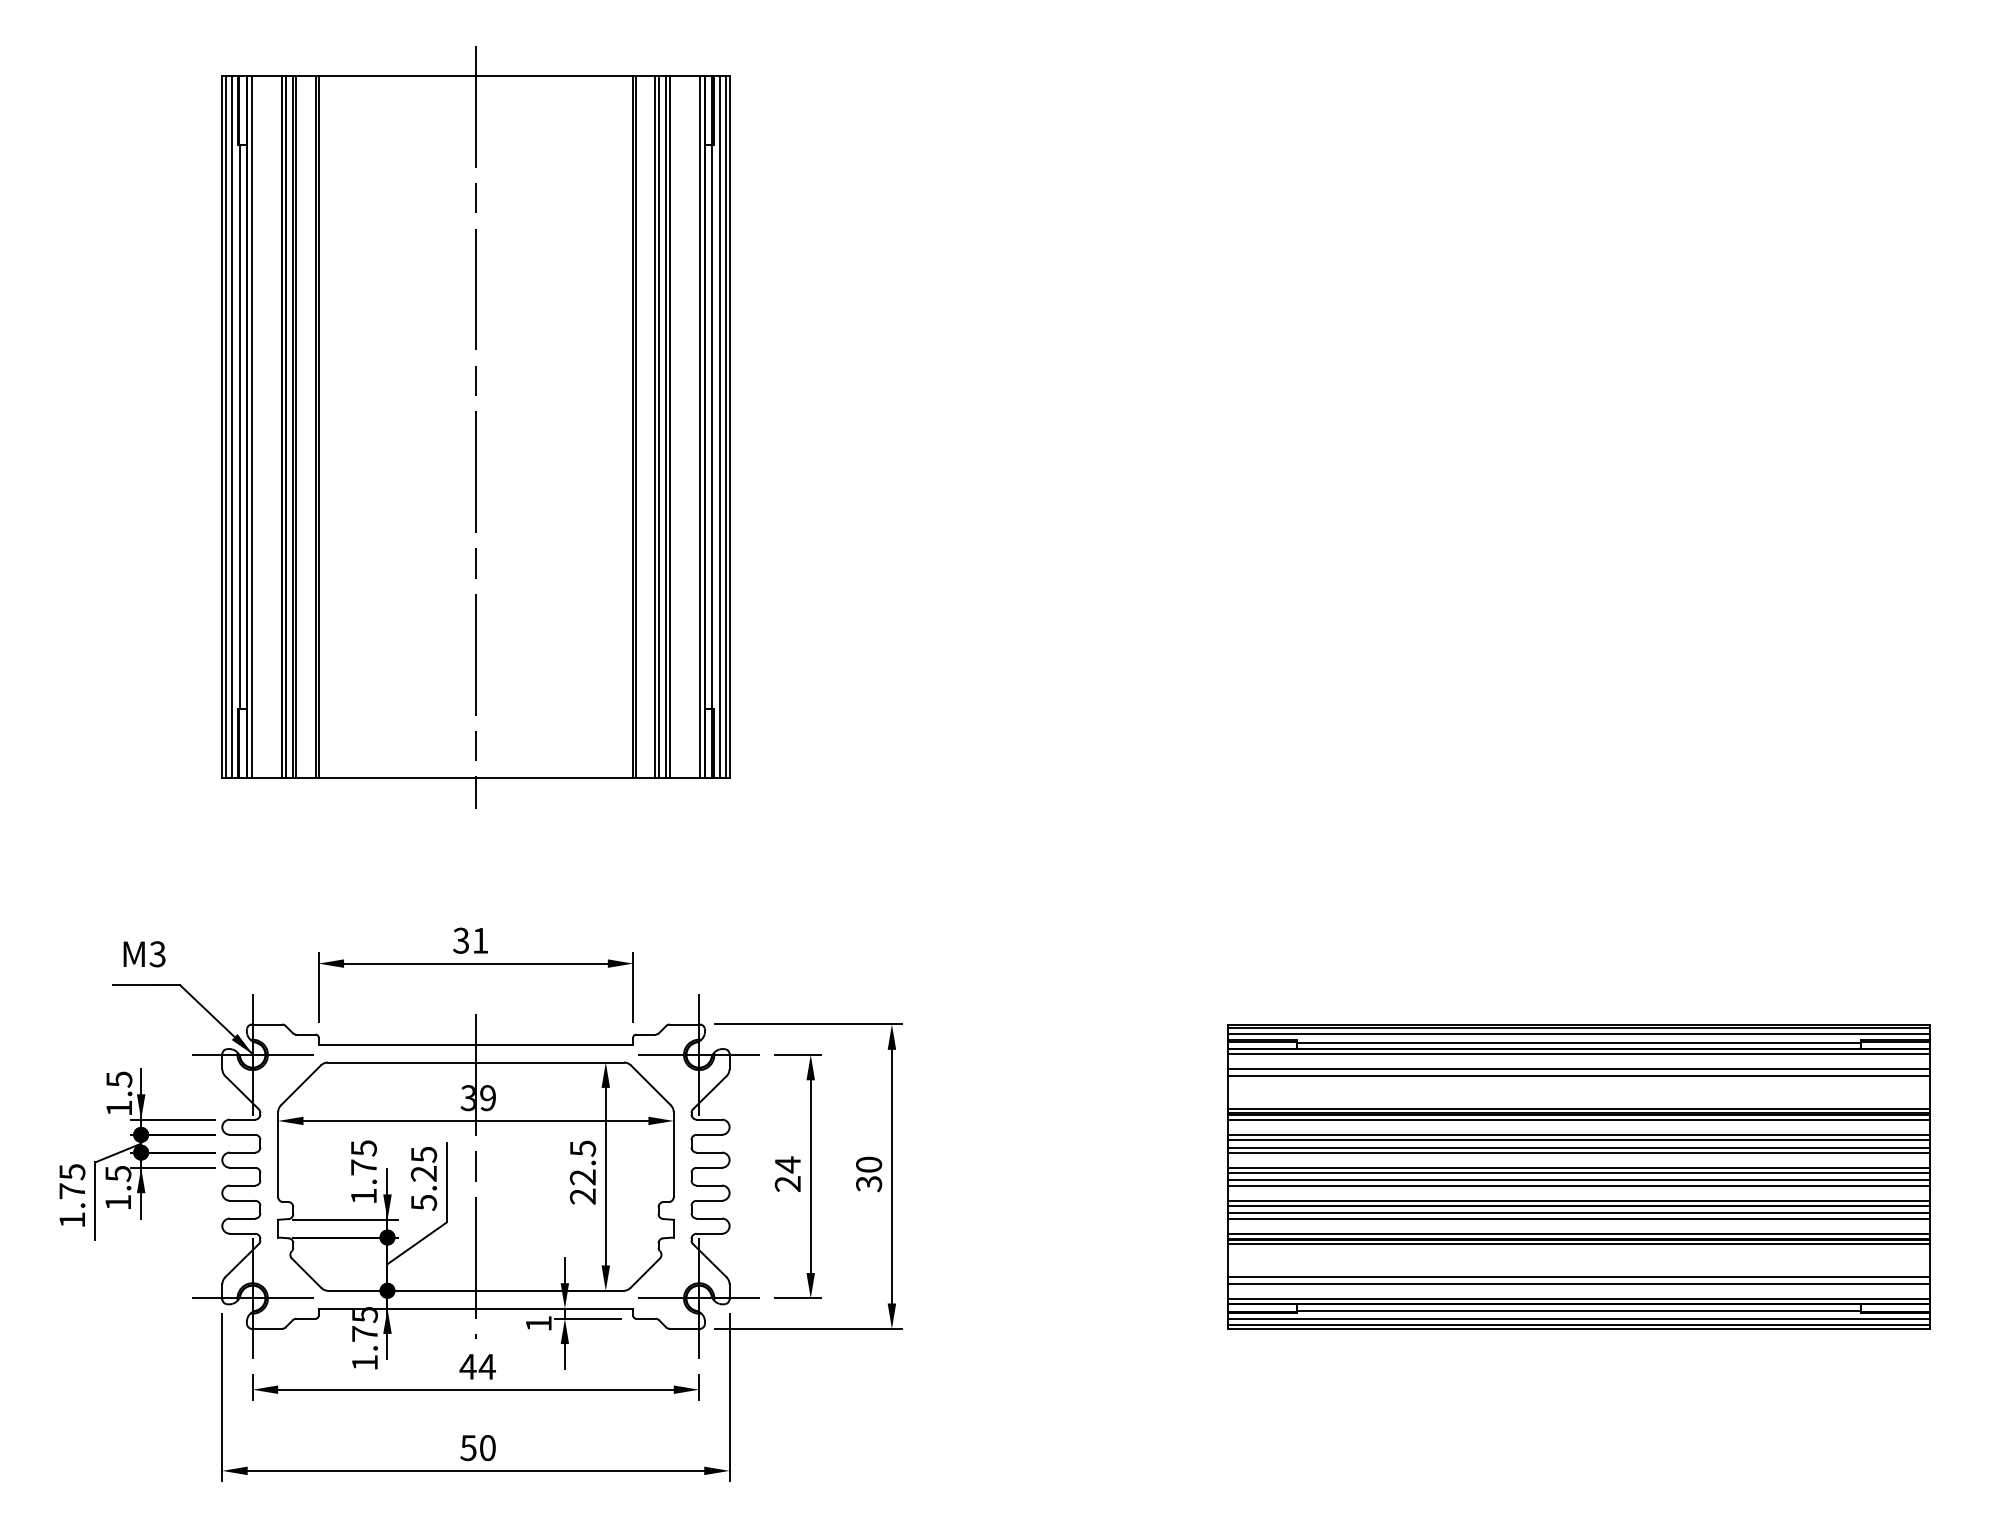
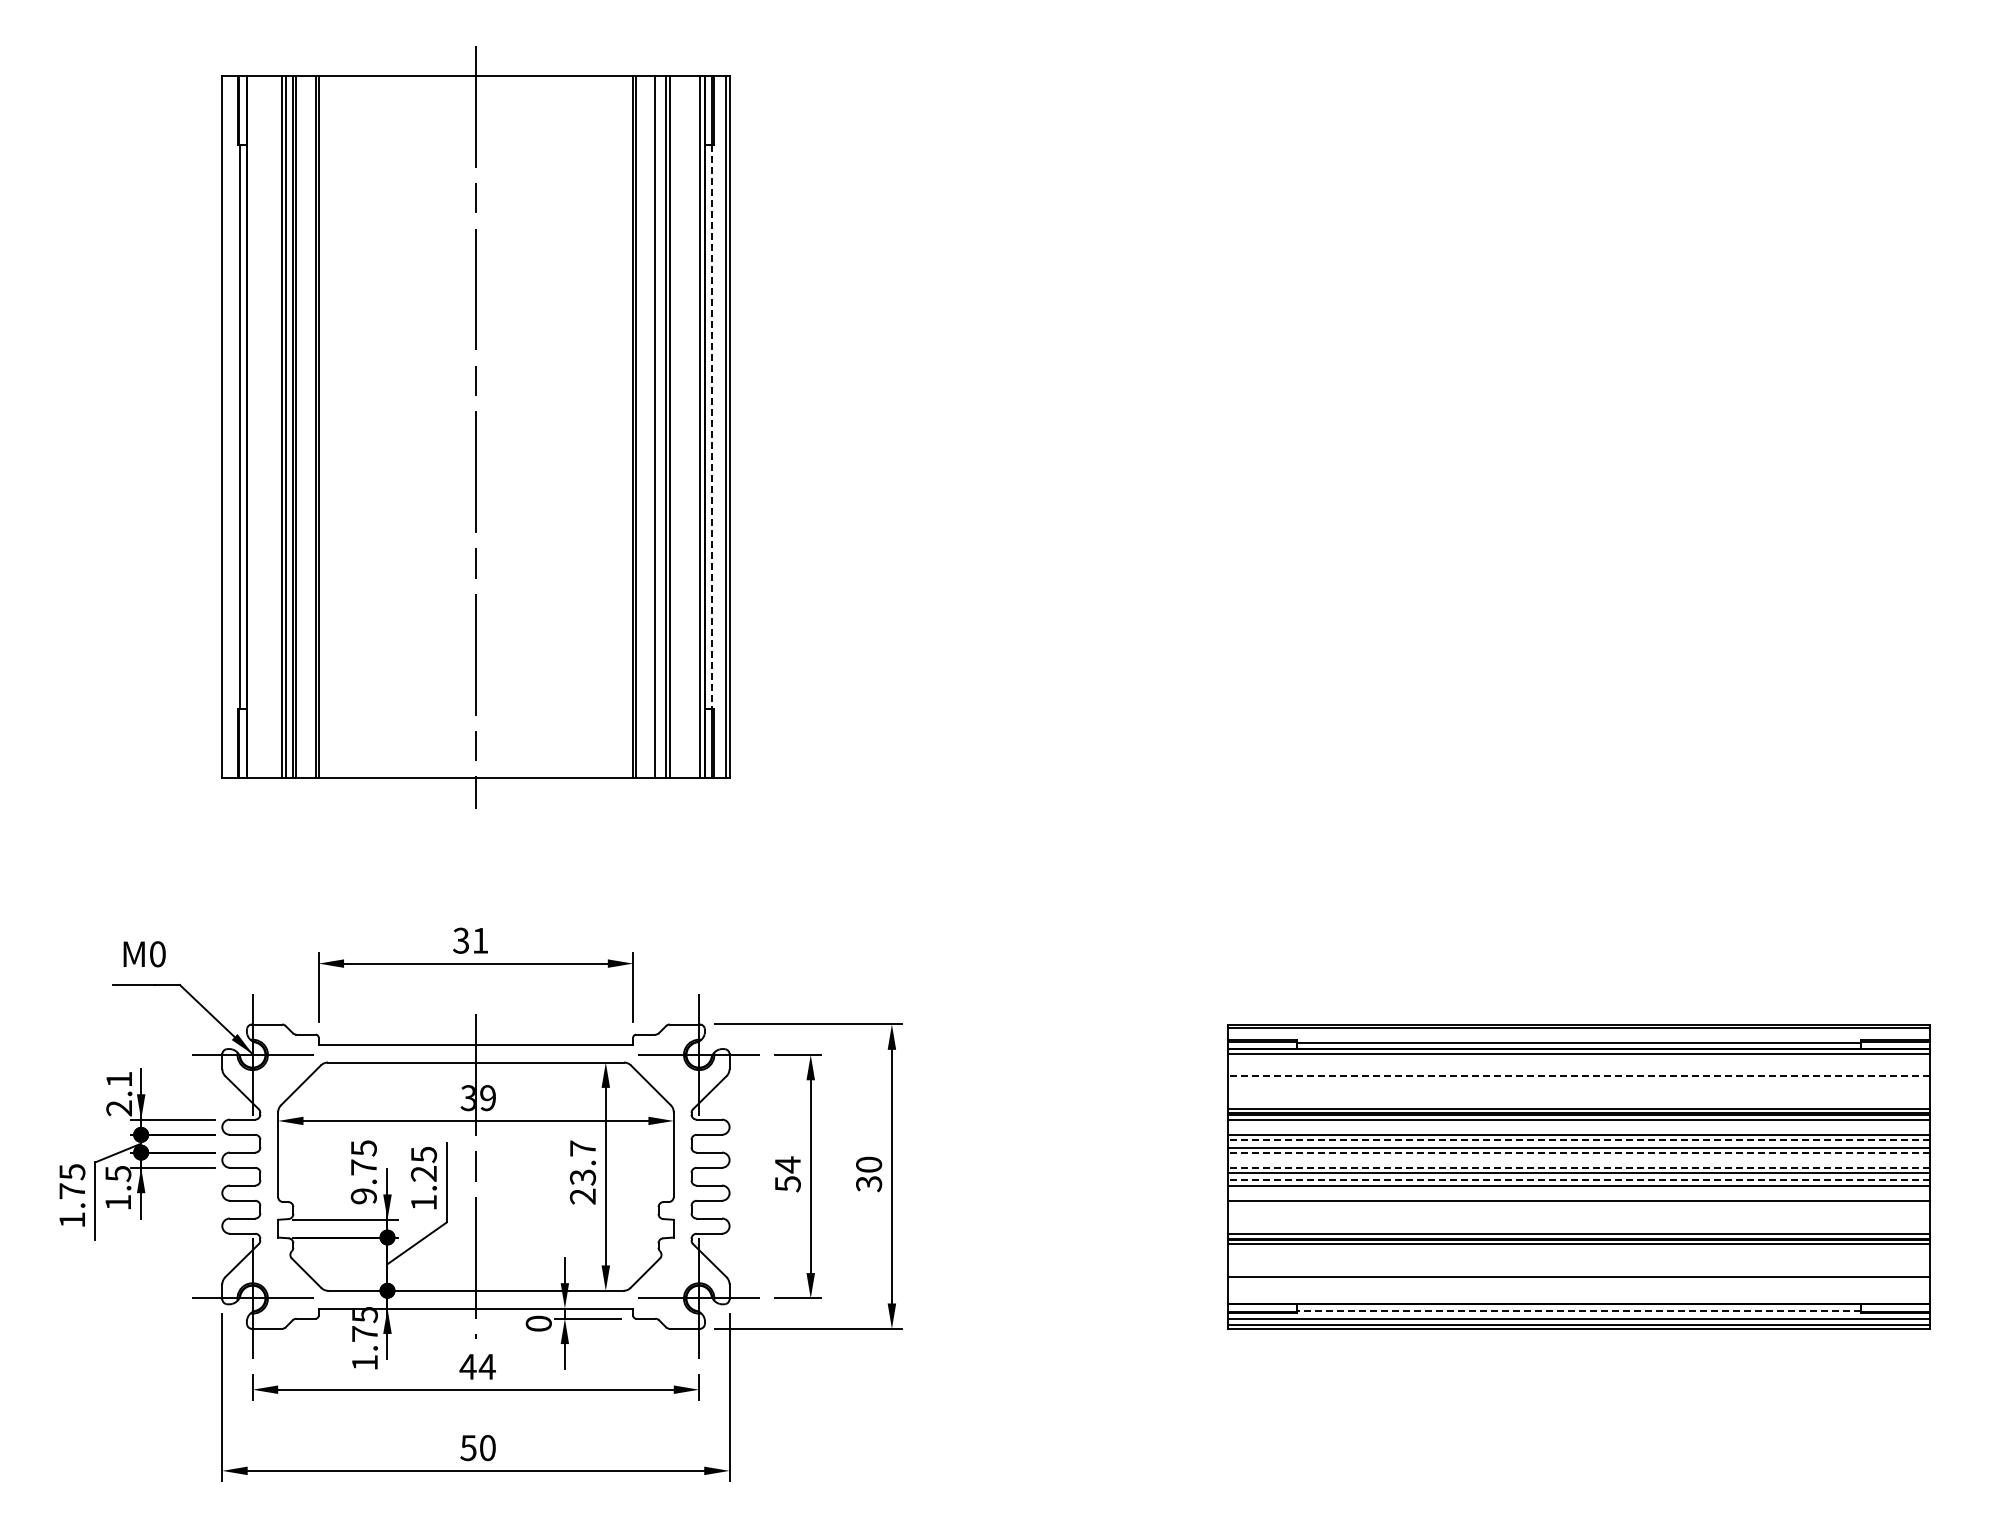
line at (226, 427): present -> none
line at (232, 427): present -> none
line at (252, 427): present -> none
line at (659, 427): present -> none
line at (711, 427): solid -> dashed
line at (719, 427): present -> none
text at (157, 954): M3 -> M0
line at (1579, 1034): present -> none
line at (1579, 1068): present -> none
line at (1578, 1076): solid -> dashed
text at (119, 1093): 1.5 -> 2.1
line at (1578, 1139): solid -> dashed
line at (1578, 1152): solid -> dashed
text at (583, 1162): 22.5 -> 23.7
line at (1578, 1167): solid -> dashed
line at (1578, 1180): solid -> dashed
text at (787, 1184): 24 -> 54
text at (363, 1196): 1.75 -> 9.75
text at (424, 1203): 5.25 -> 1.25
line at (1579, 1205): present -> none
line at (1579, 1213): present -> none
line at (1579, 1218): present -> none
line at (1579, 1284): present -> none
line at (1579, 1299): present -> none
line at (1578, 1310): solid -> dashed
text at (538, 1323): 1 -> 0
